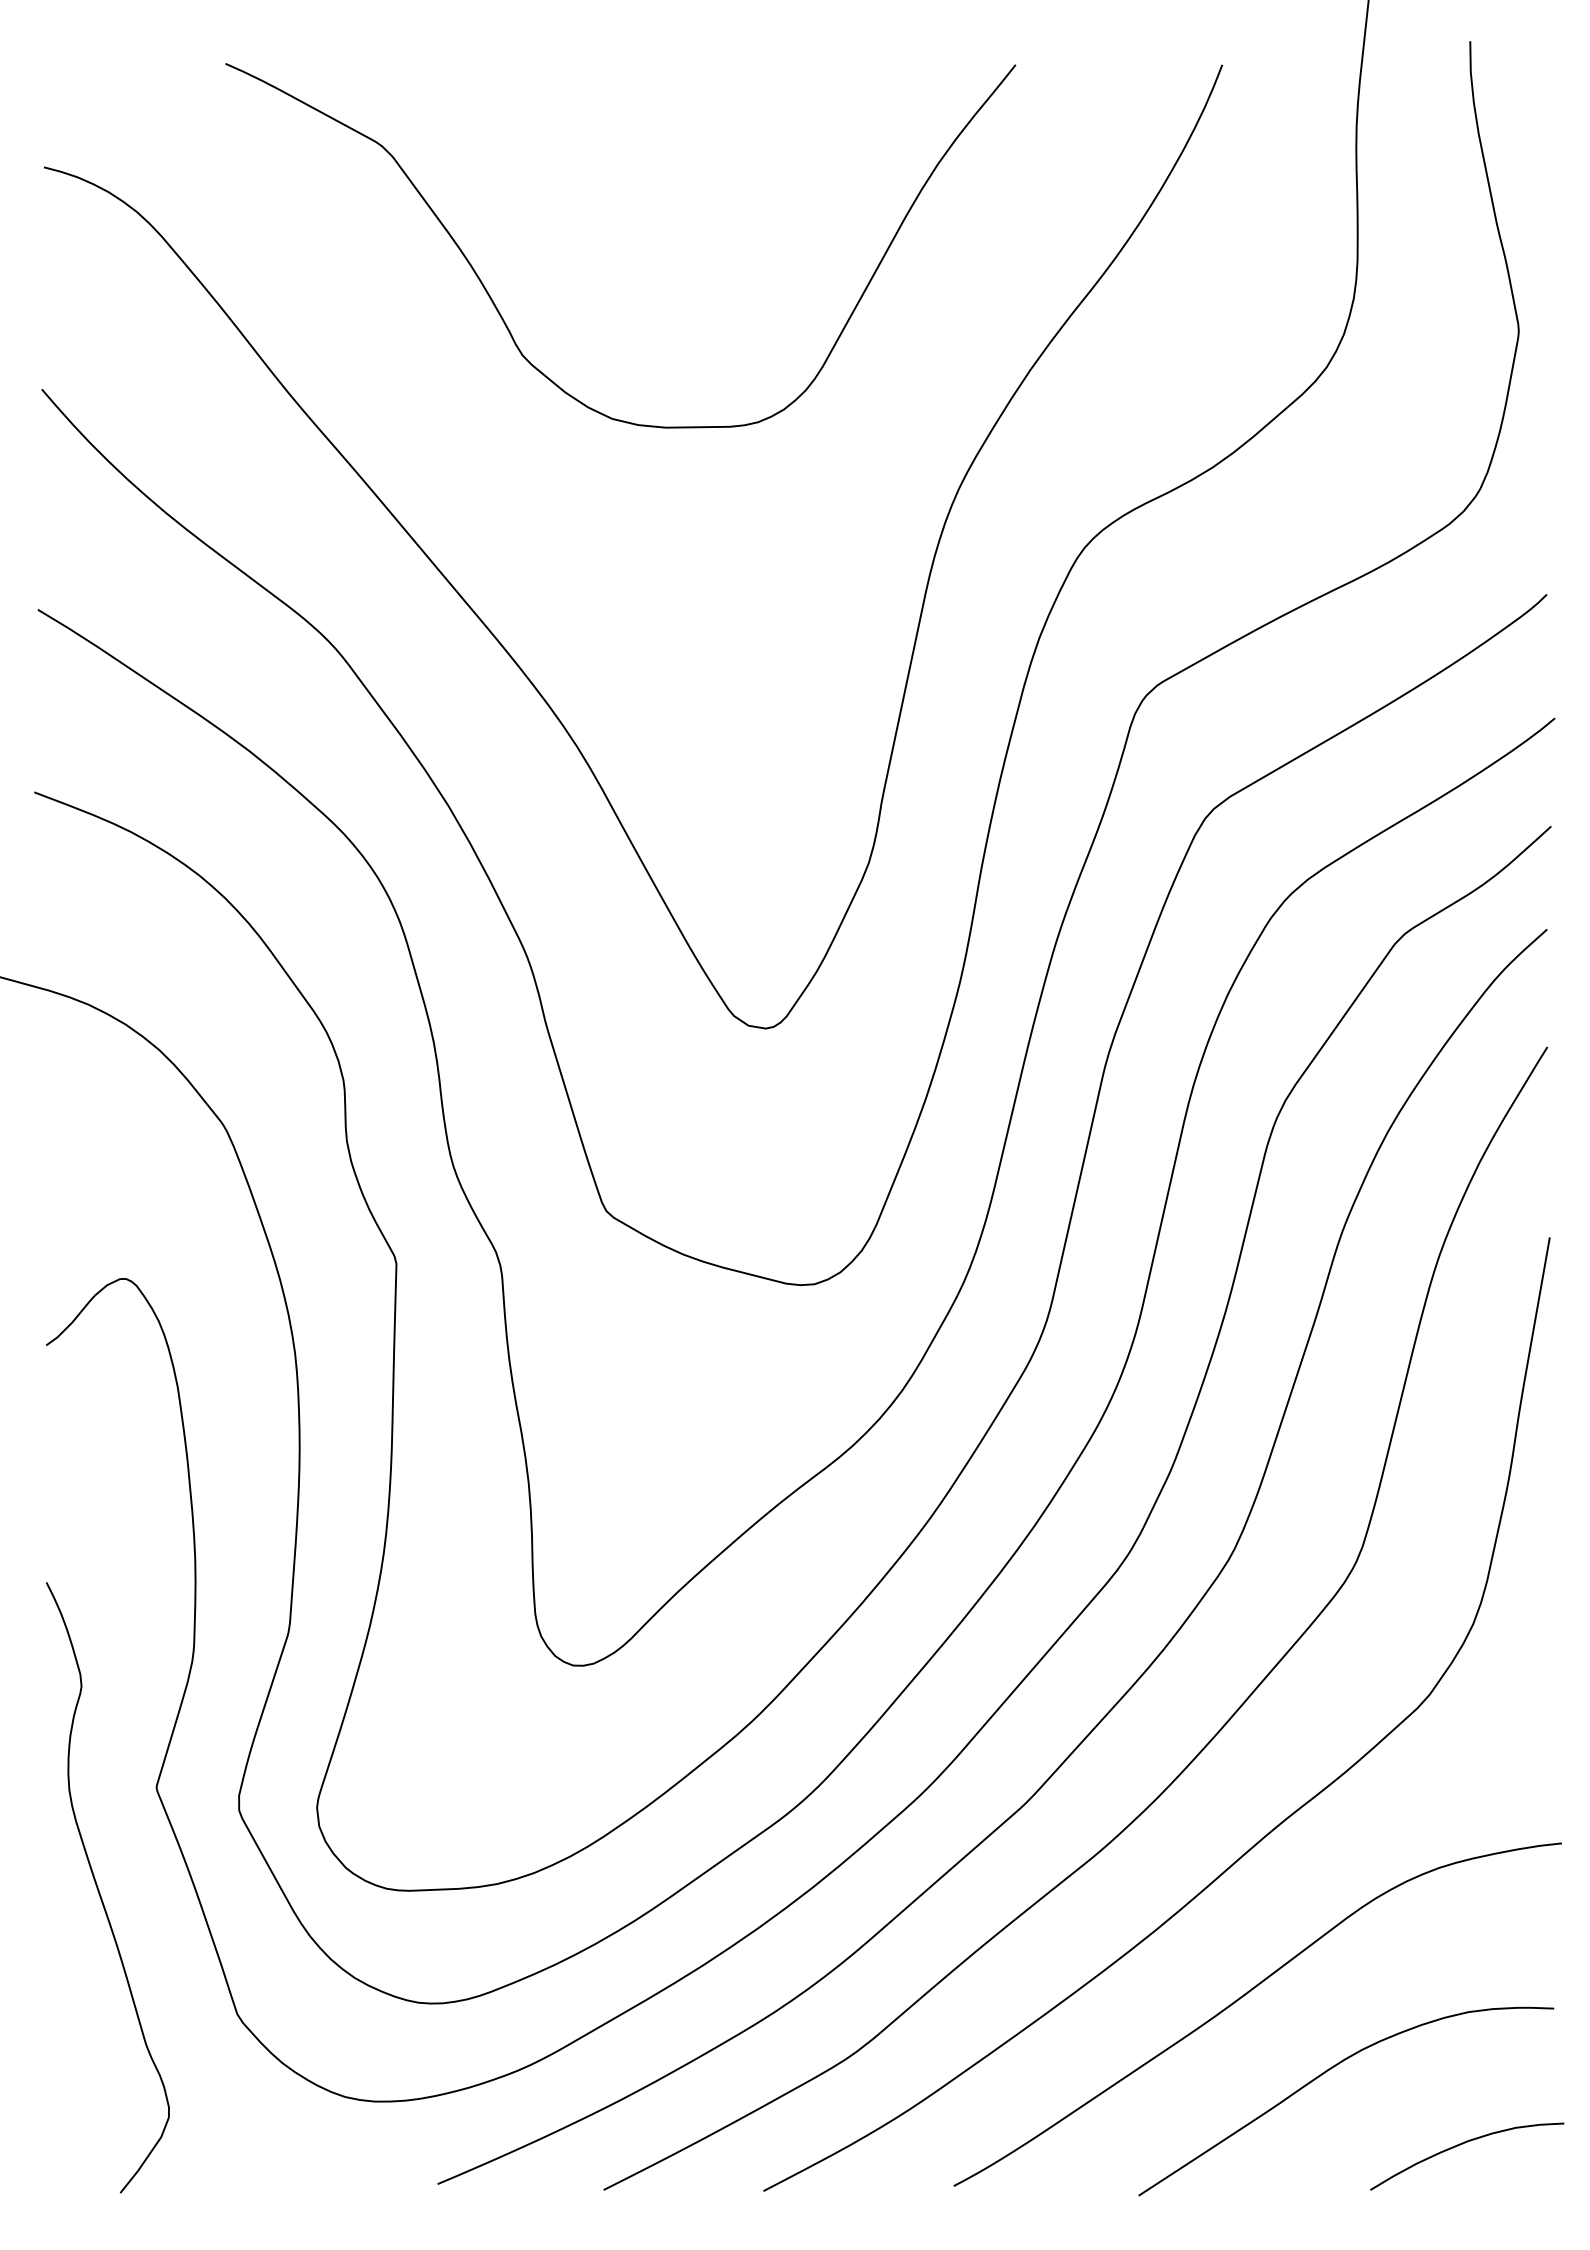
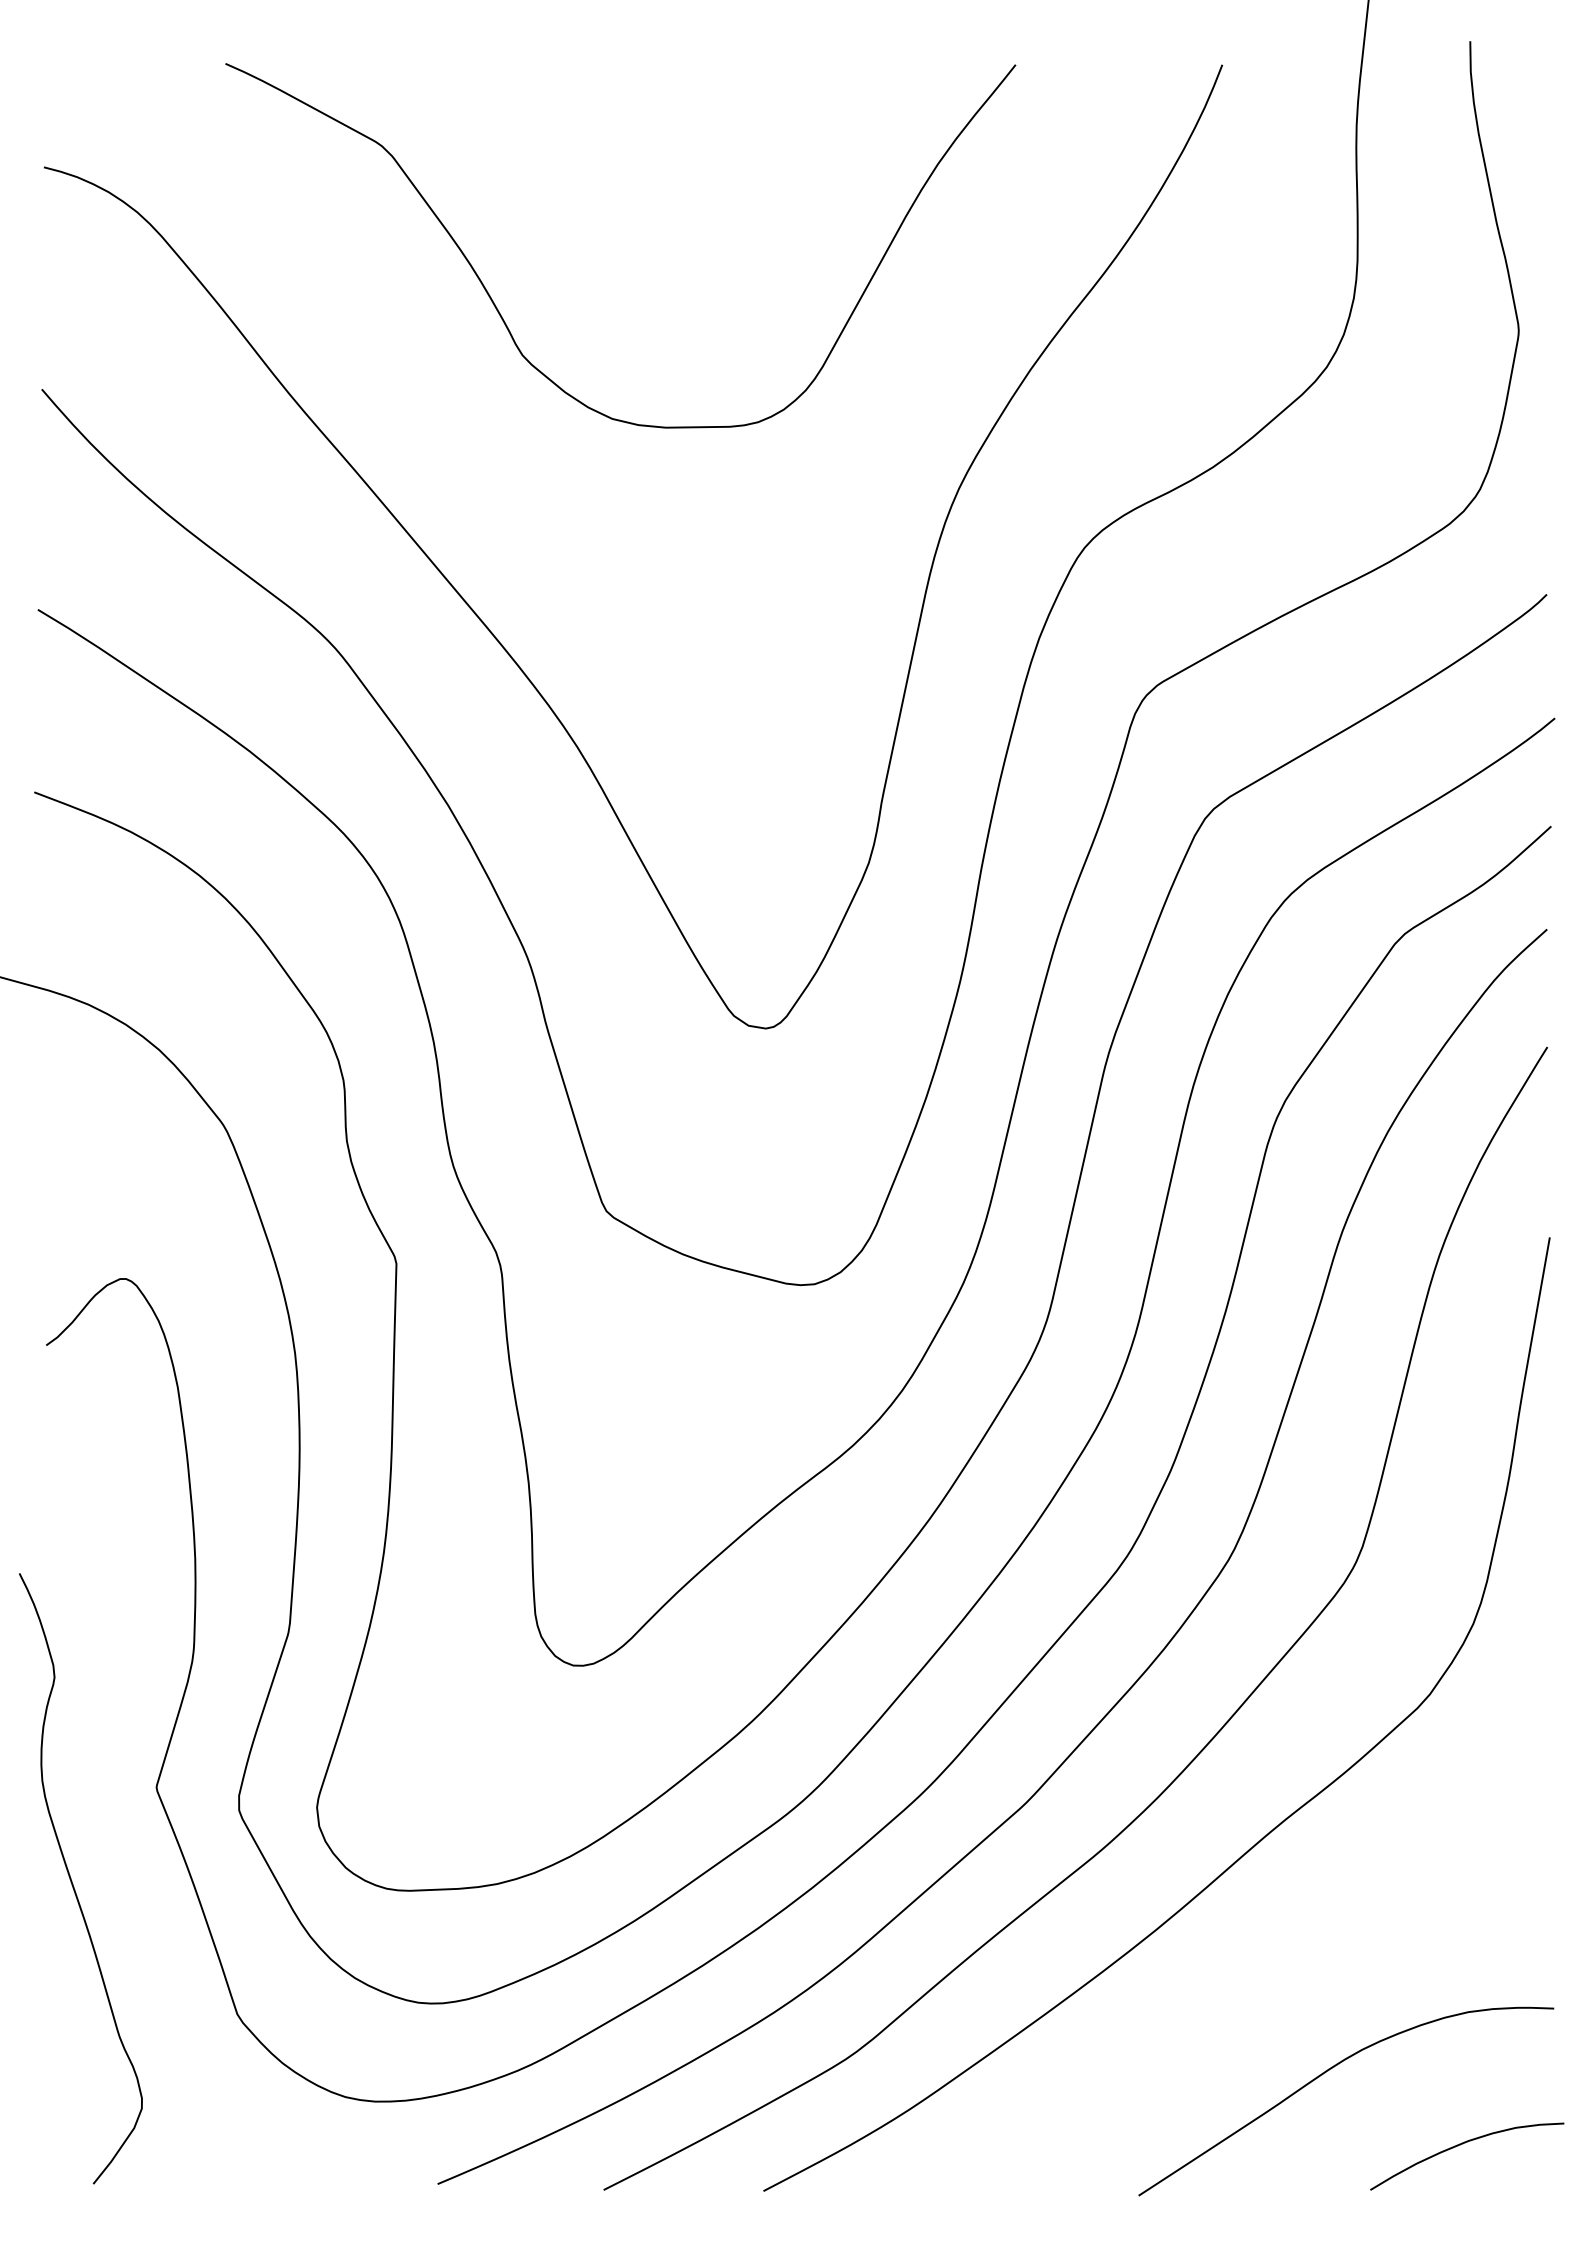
curve at (99, 1890) position: (99, 1890) -> (72, 1881)
curve at (1244, 1996): present -> none
